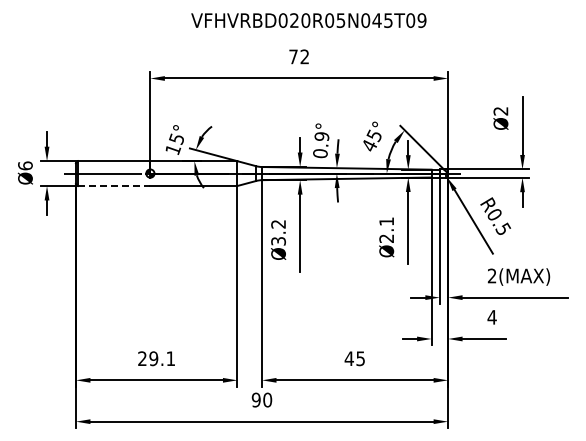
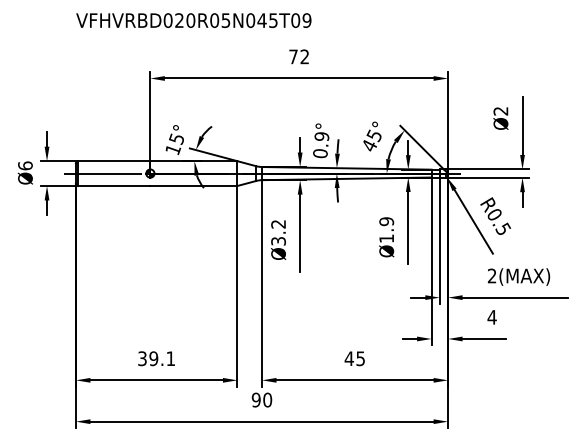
text at (308, 20) position: (308, 20) -> (193, 20)
line at (114, 186): dashed -> solid
text at (386, 229): Ø2.1 -> Ø1.9
text at (142, 358): 29.1 -> 39.1
